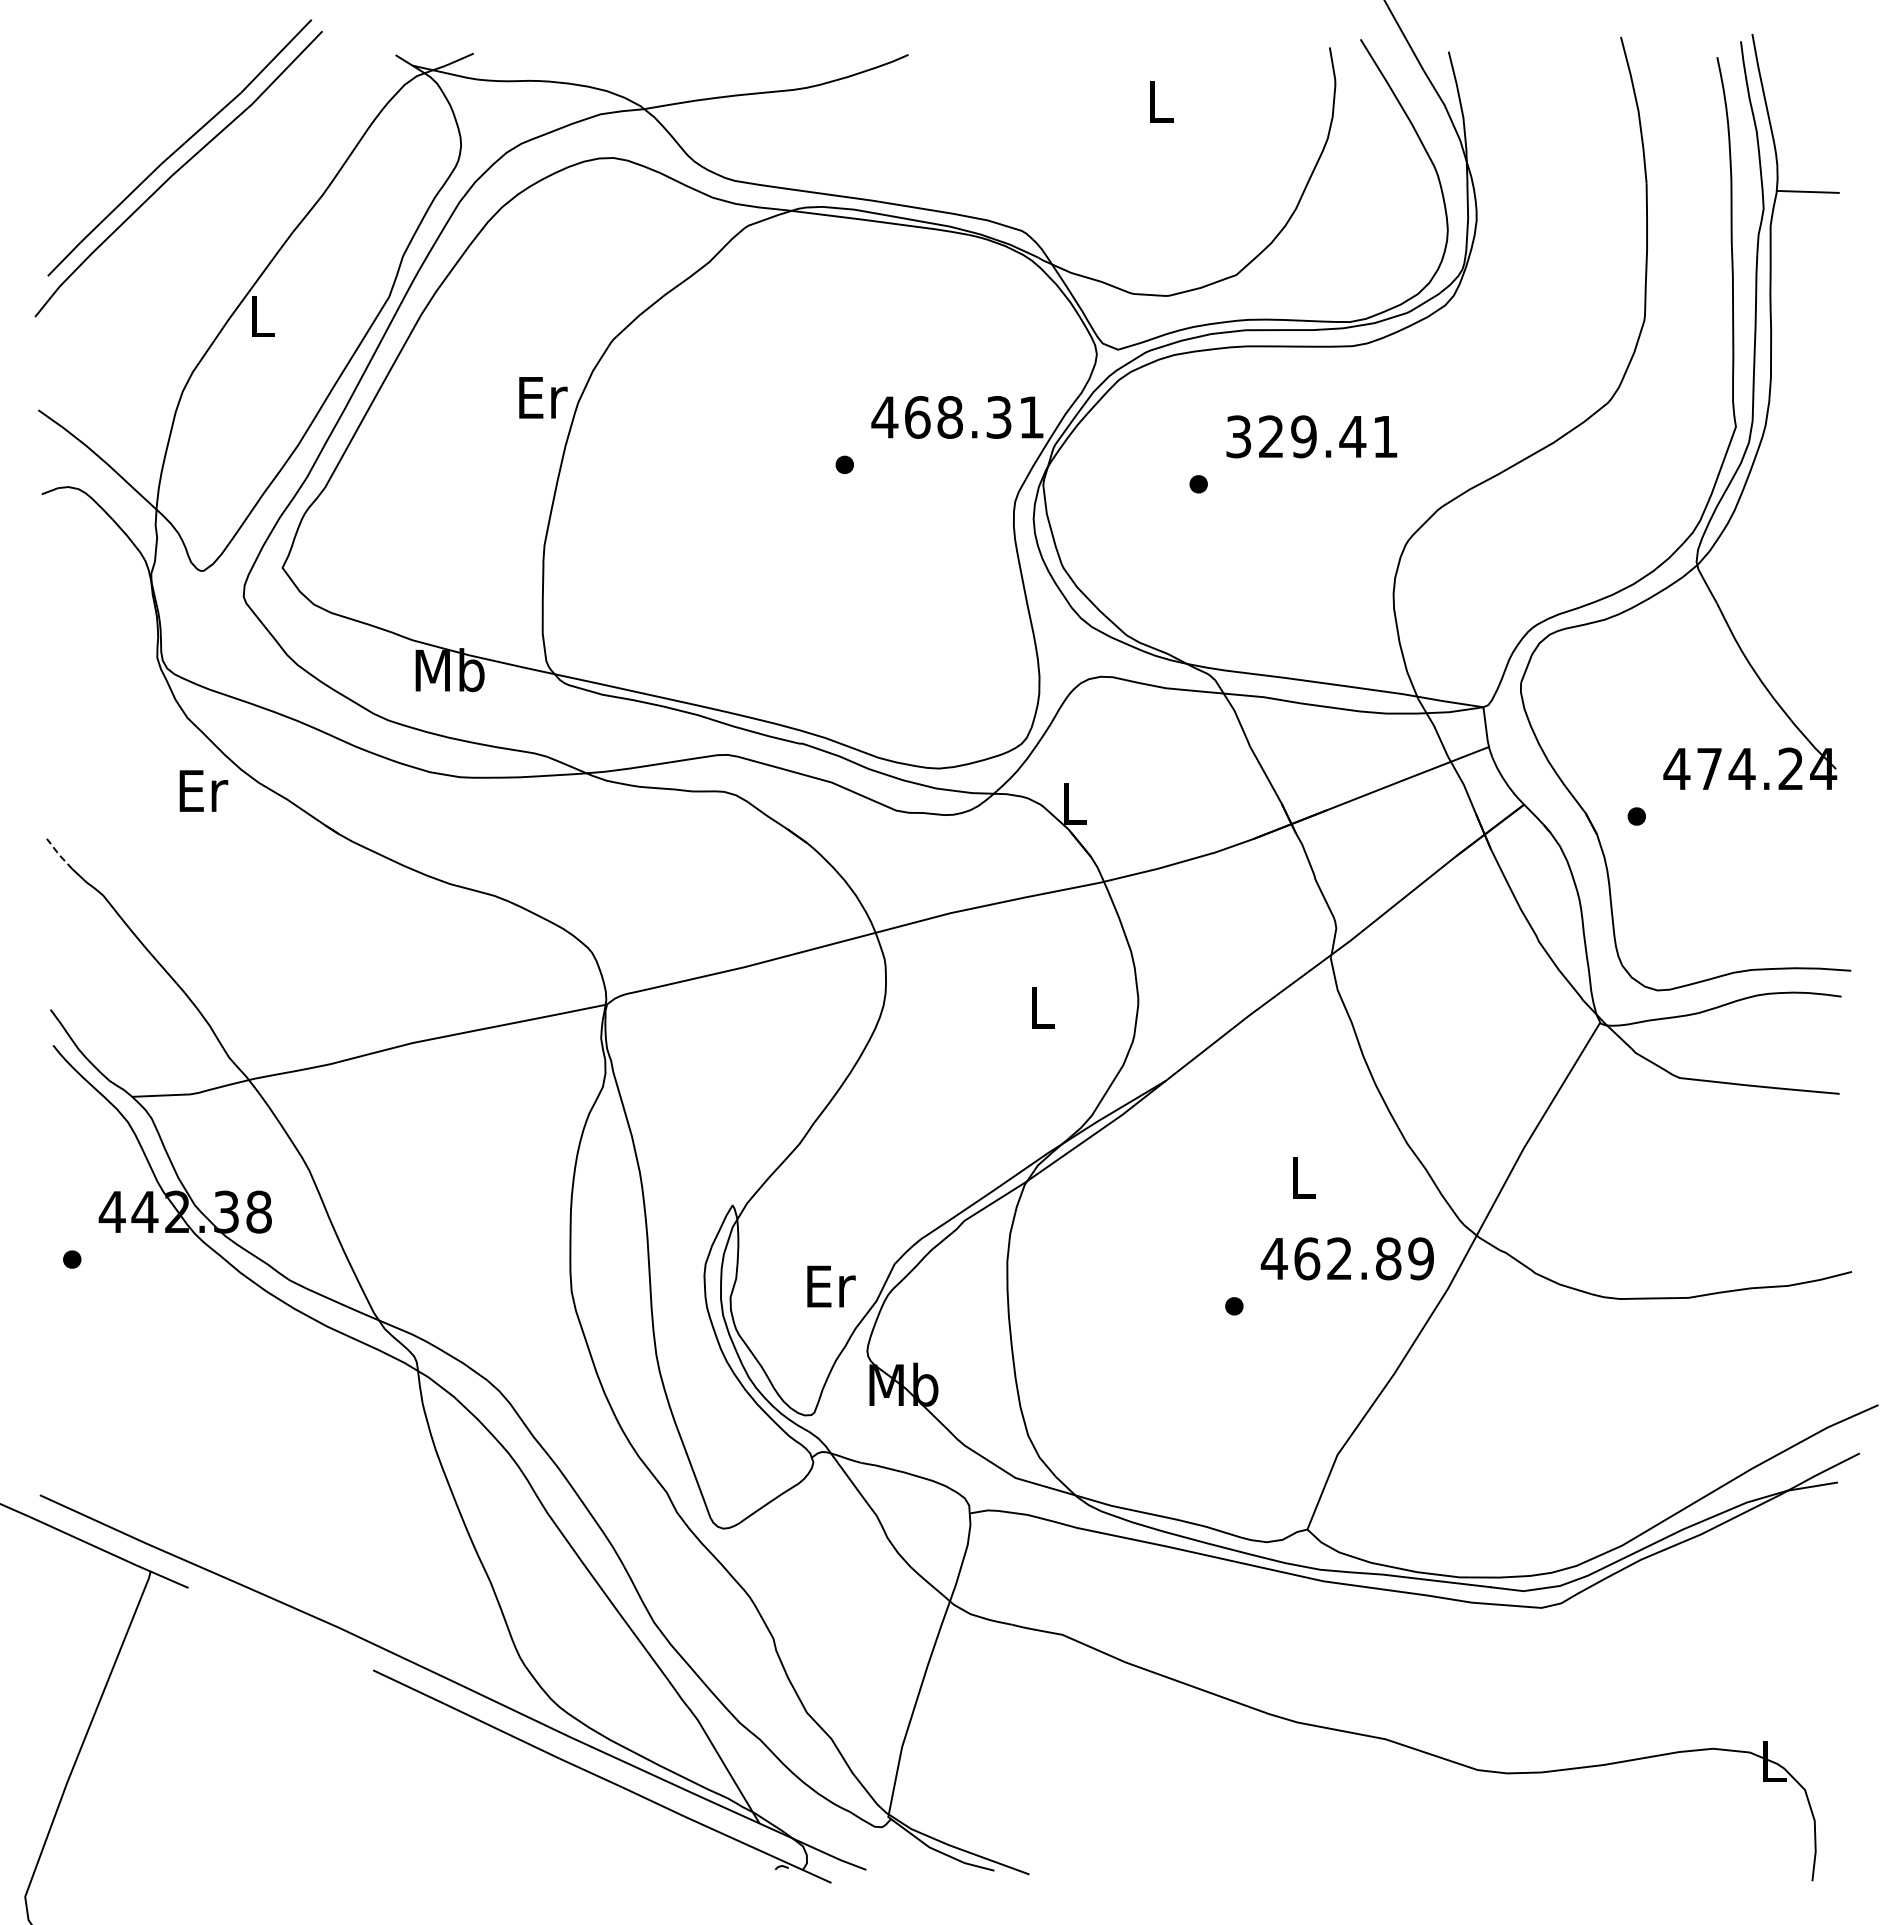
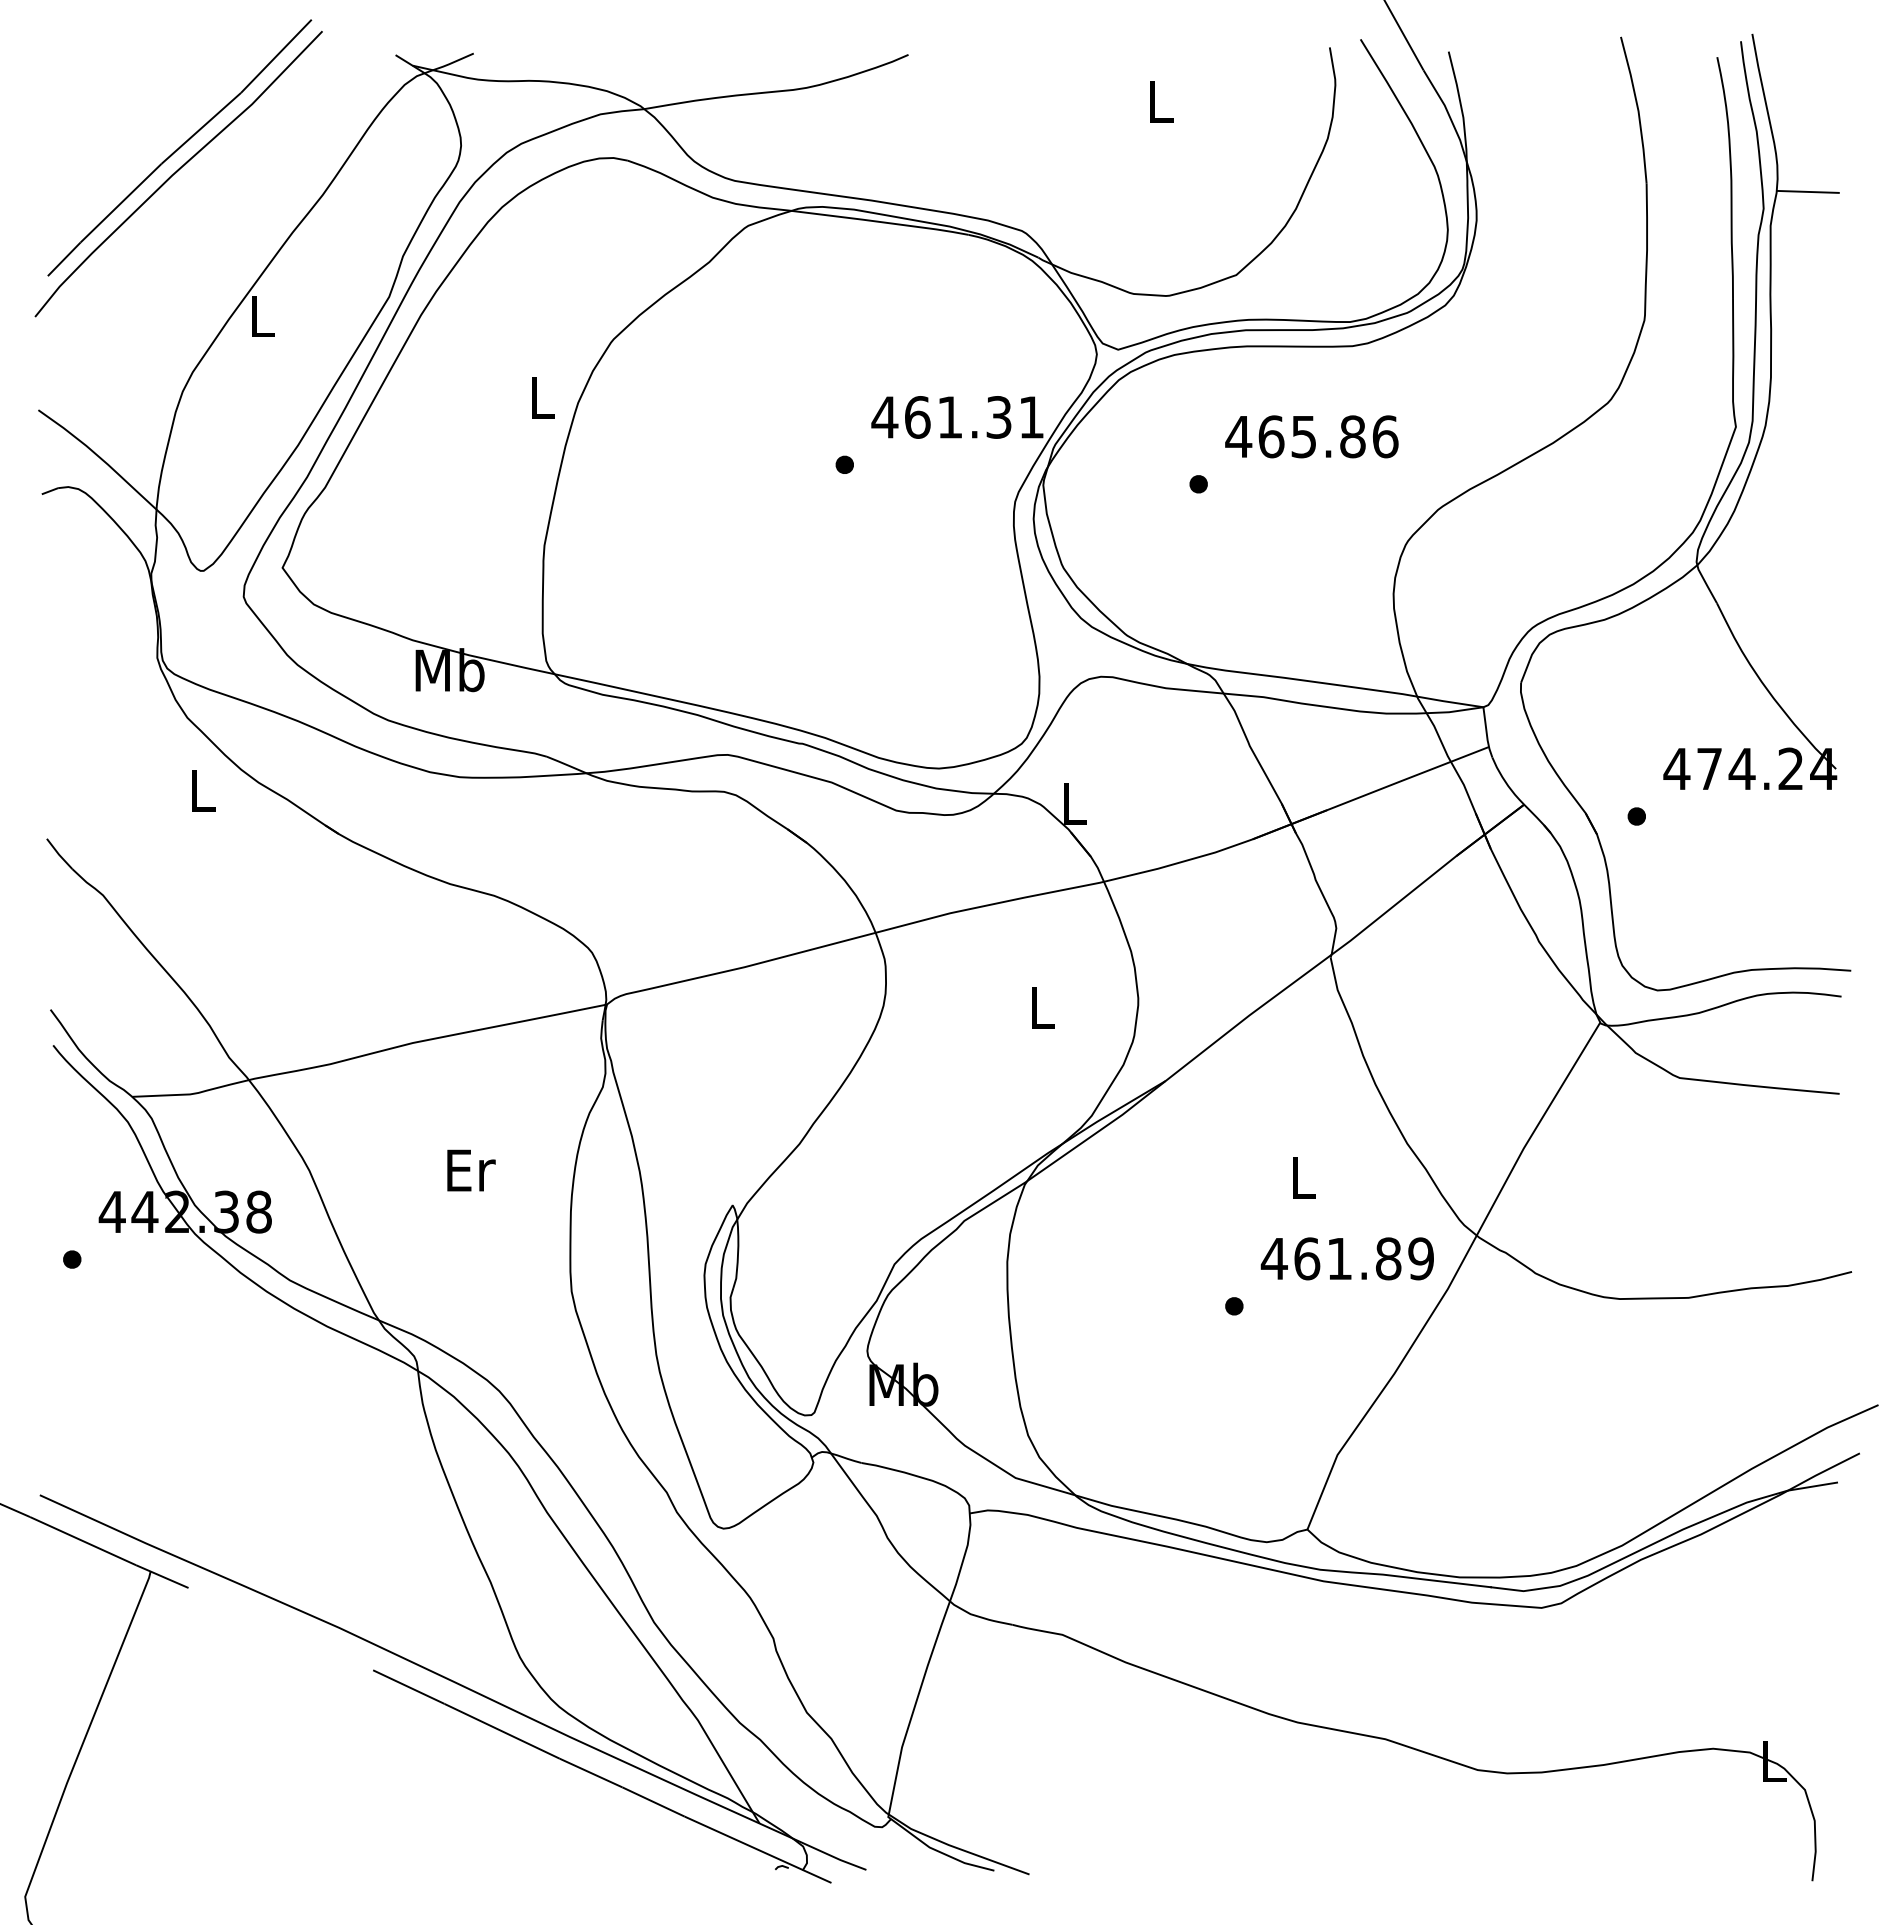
text at (543, 397): Er -> L
text at (950, 417): 468.31 -> 461.31
text at (1311, 436): 329.41 -> 465.86
text at (203, 790): Er -> L
line at (59, 854): dashed -> solid
text at (1339, 1258): 462.89 -> 461.89
text at (831, 1286) position: (831, 1286) -> (471, 1170)
